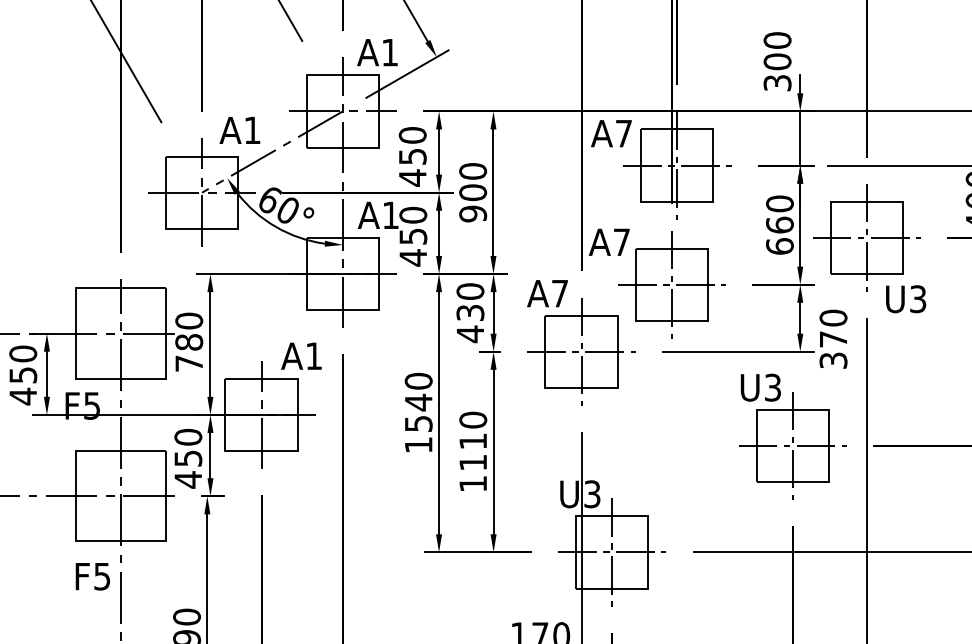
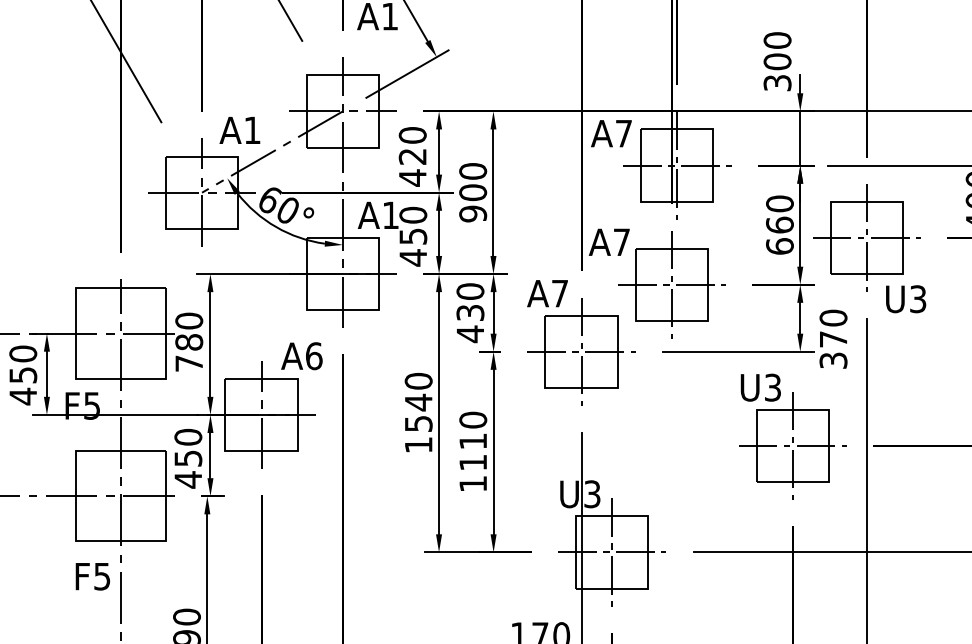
text at (377, 52) position: (377, 52) -> (377, 16)
text at (412, 156): 450 -> 420
text at (314, 356): A1 -> A6
